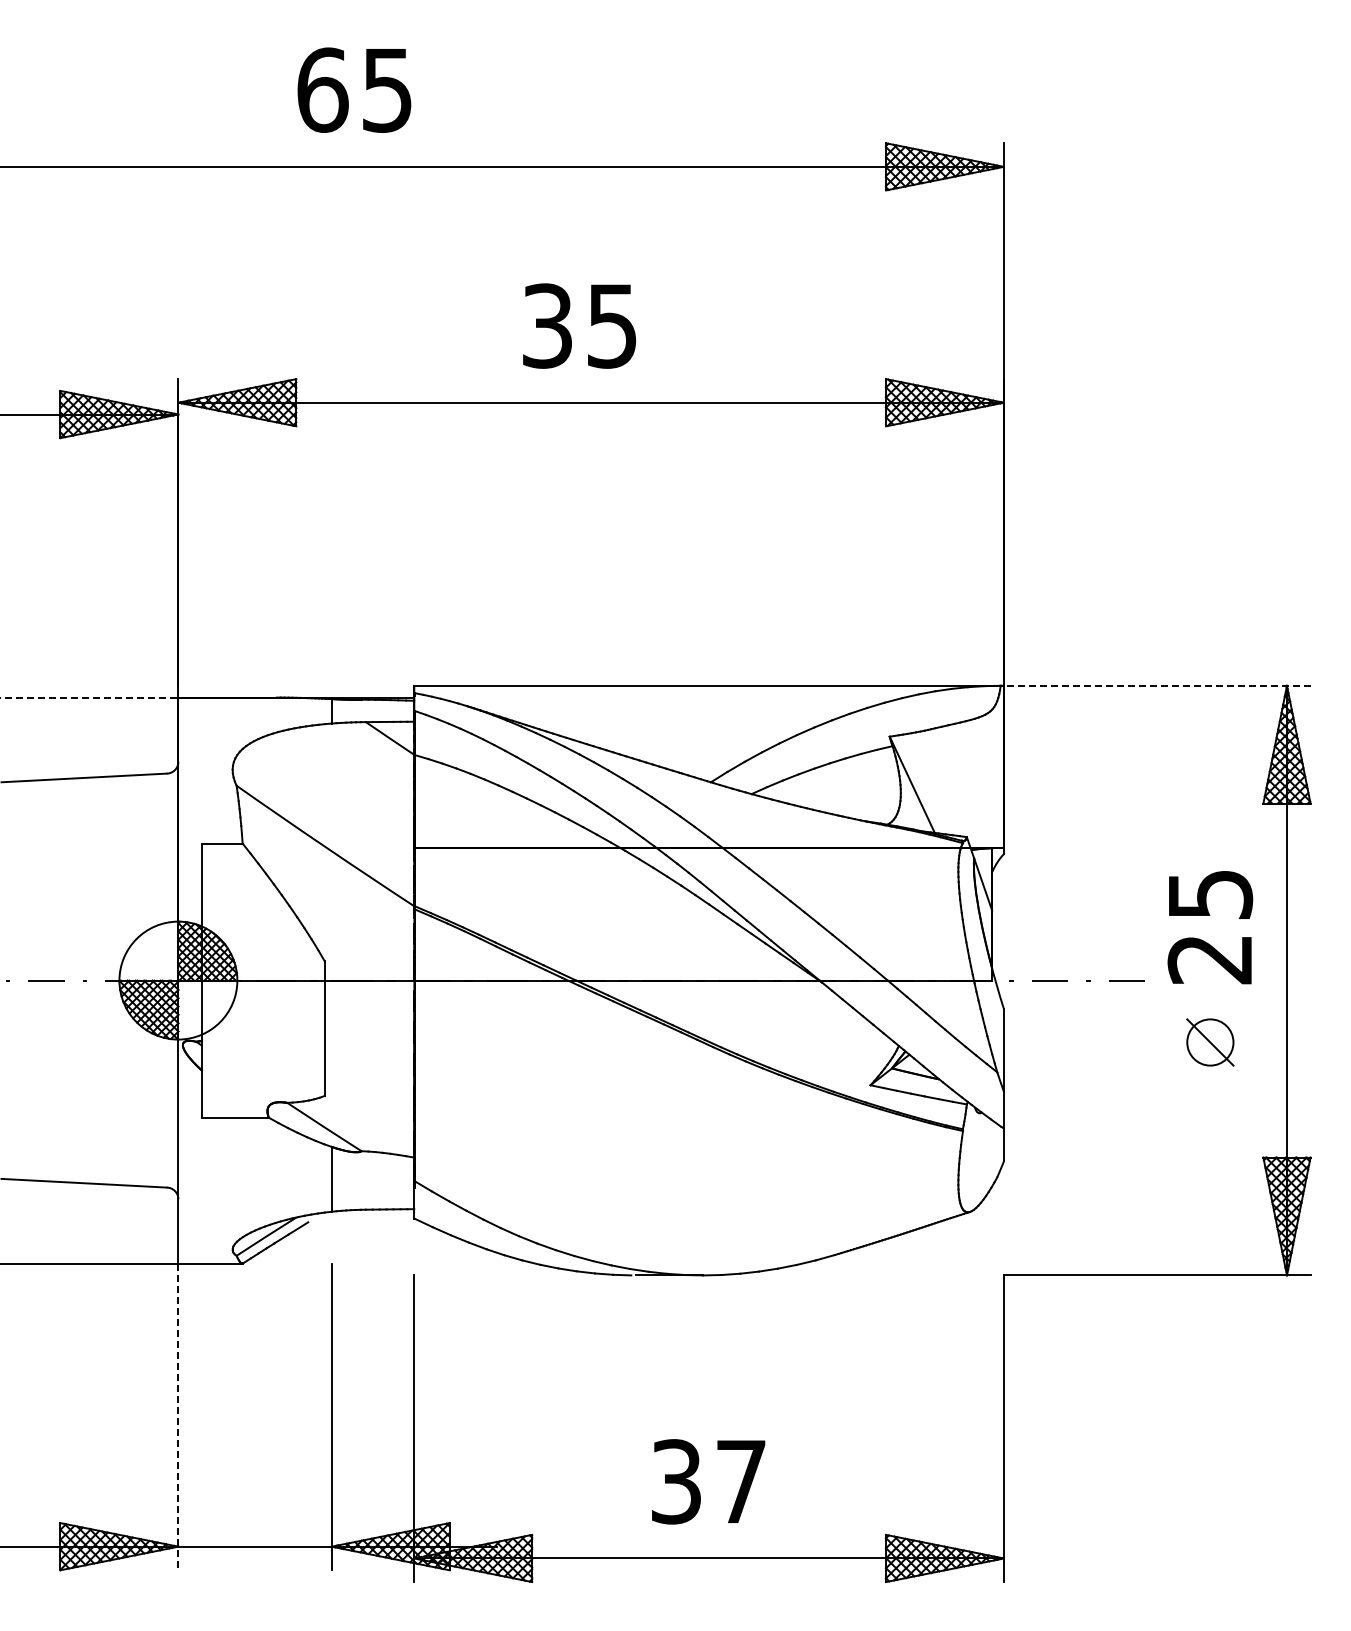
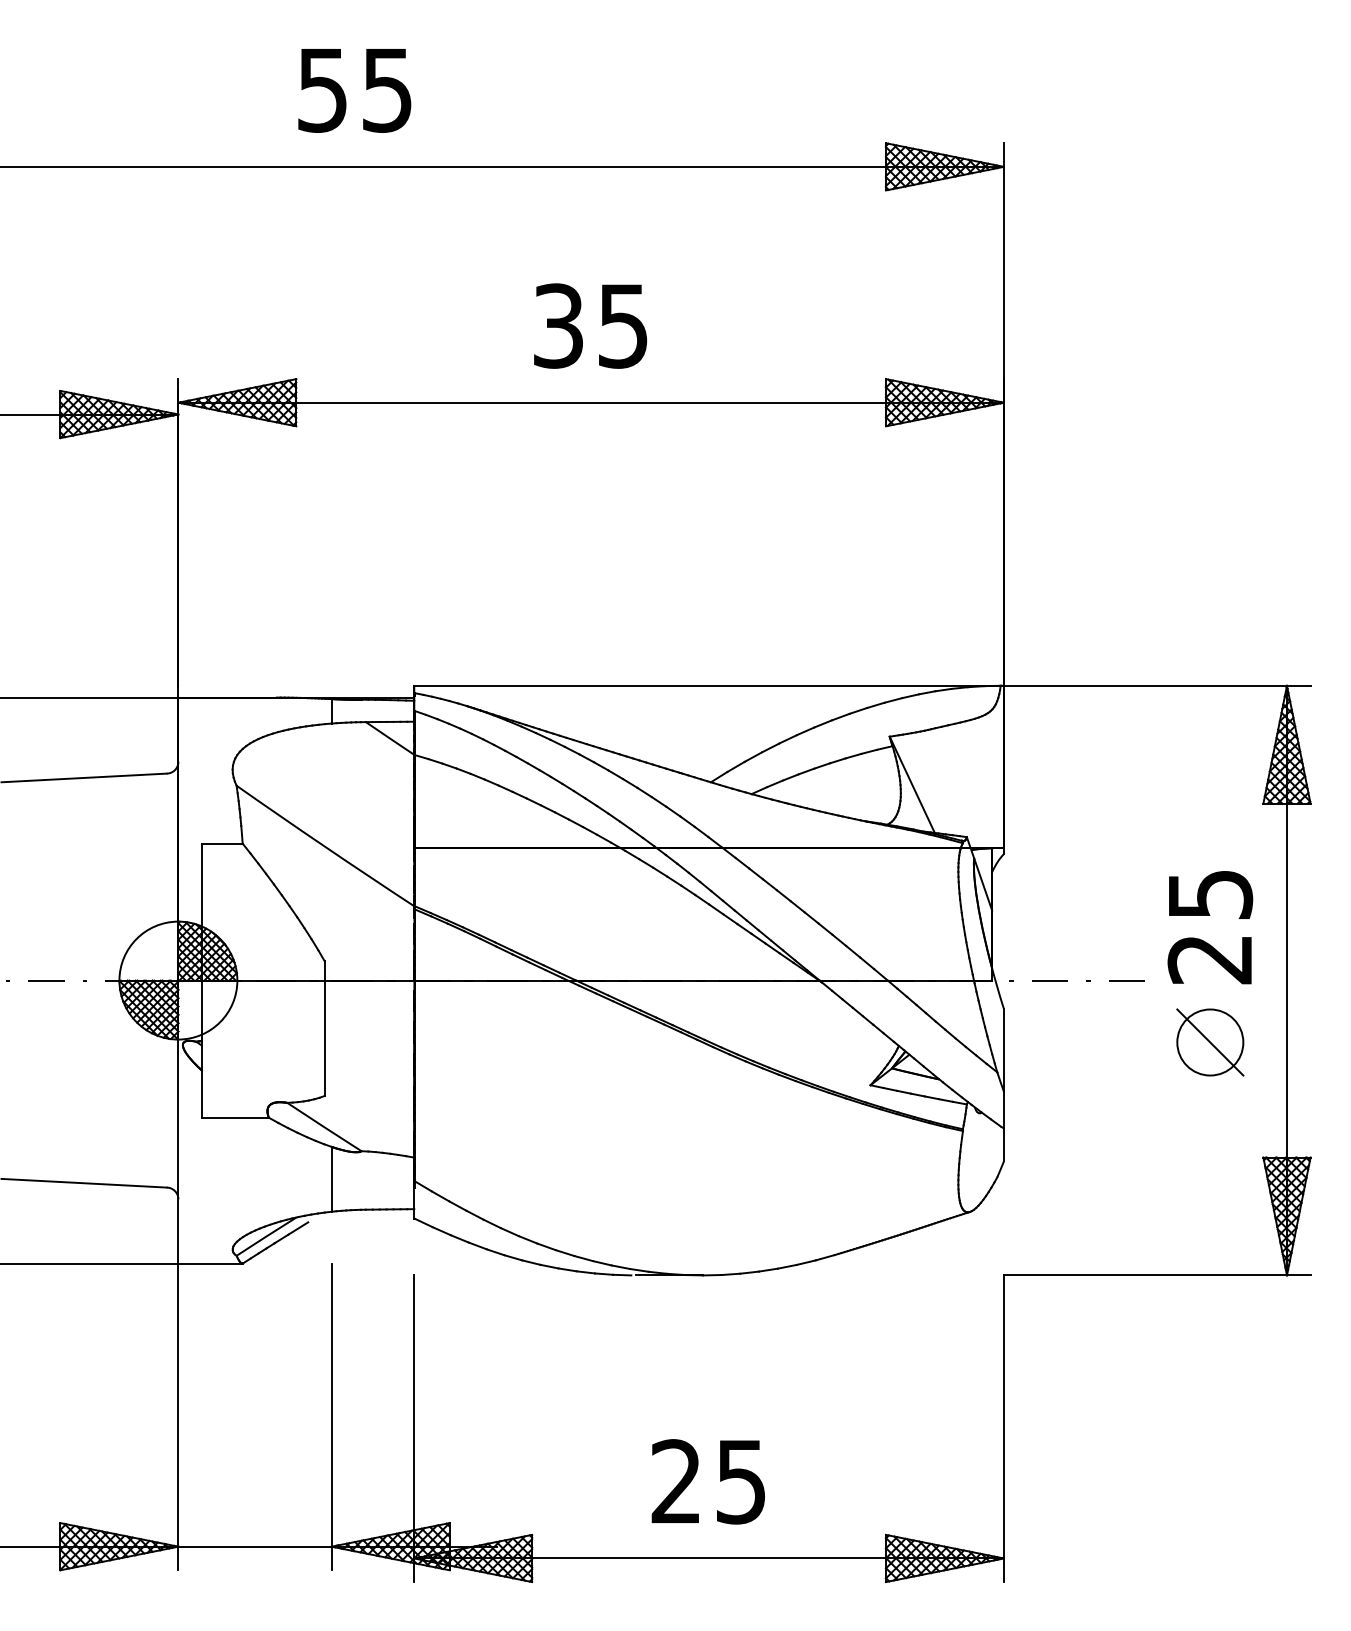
text at (322, 89): 65 -> 55
text at (579, 325) position: (579, 325) -> (590, 325)
line at (1156, 685): dashed -> solid
line at (89, 697): dashed -> solid
part at (1210, 1042) size: 49x49 px -> 69x69 px
line at (178, 1417): dashed -> solid
text at (708, 1481): 37 -> 25
